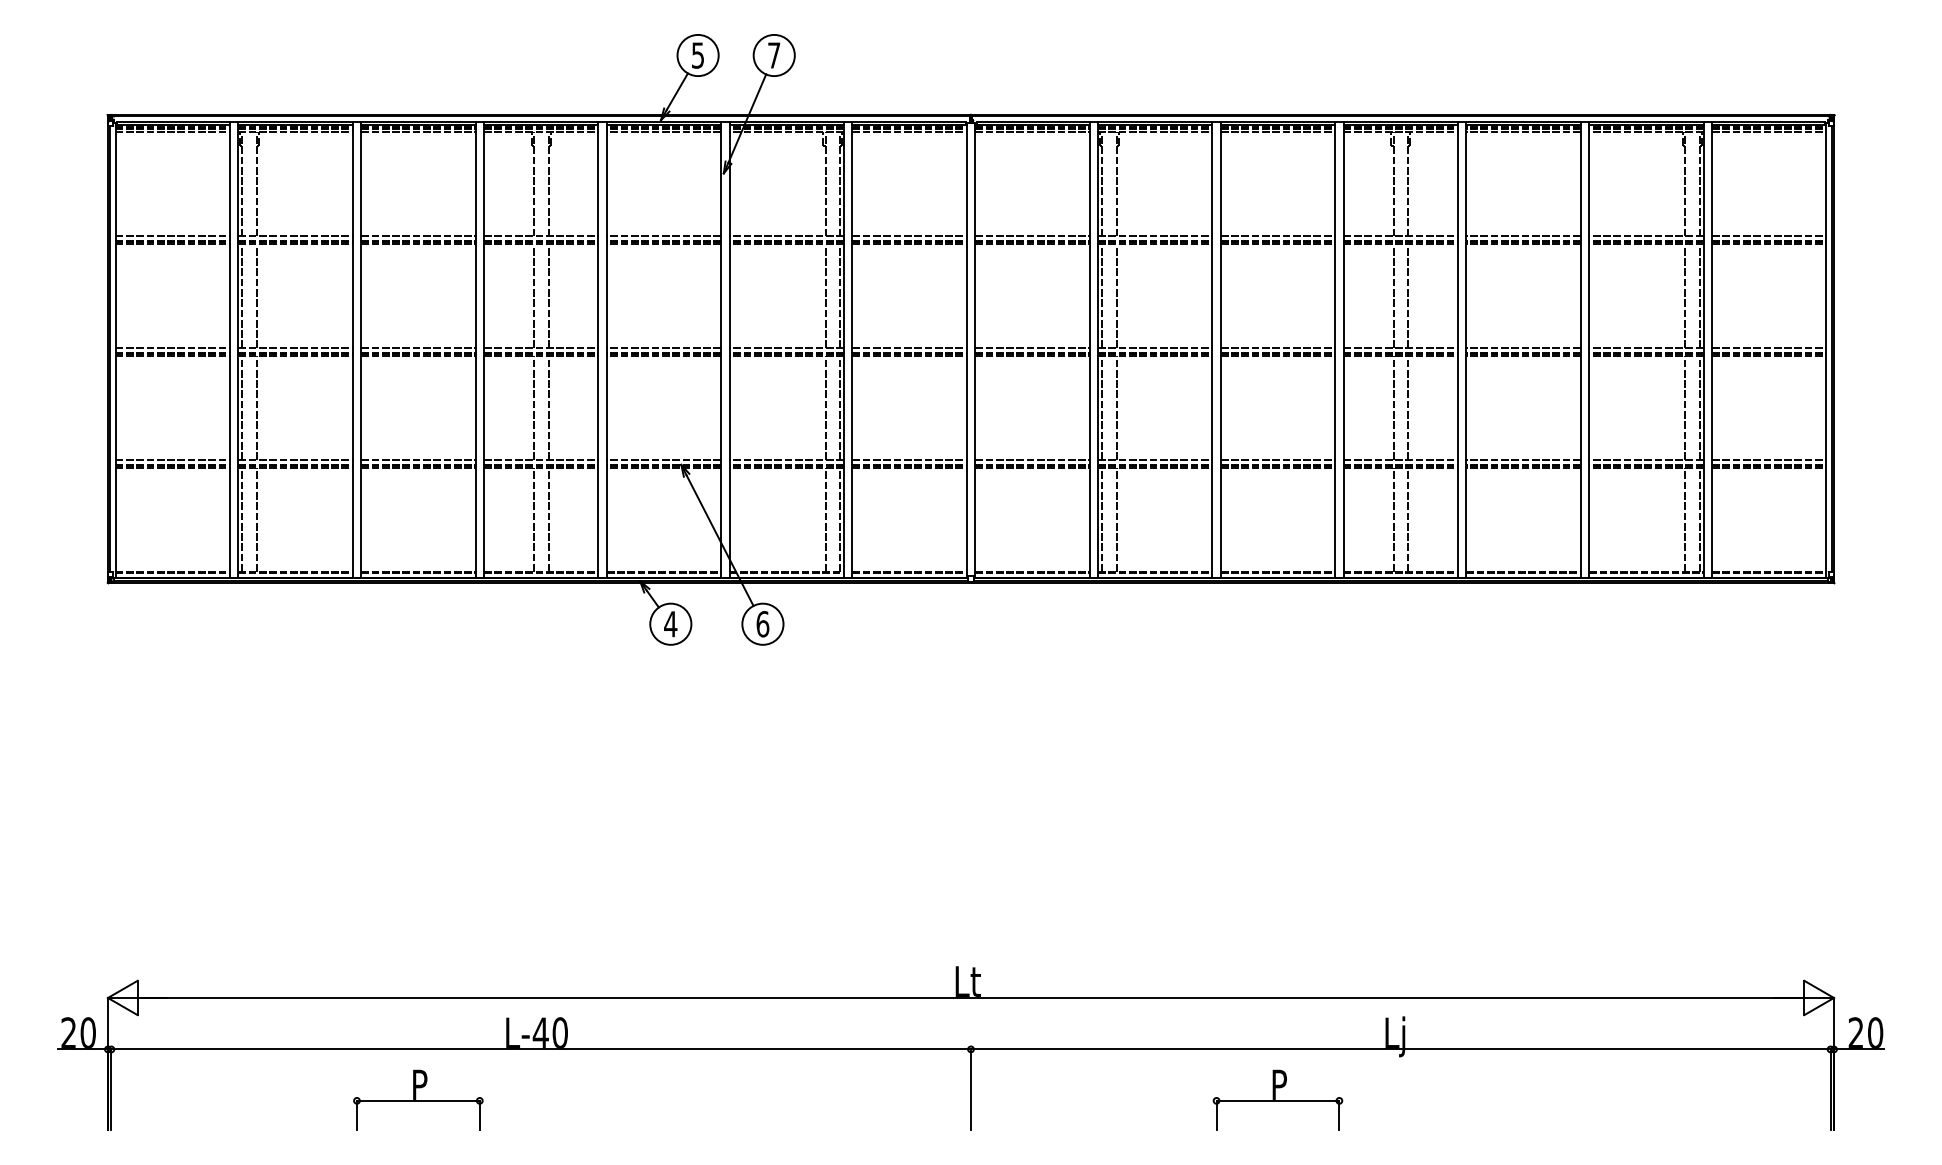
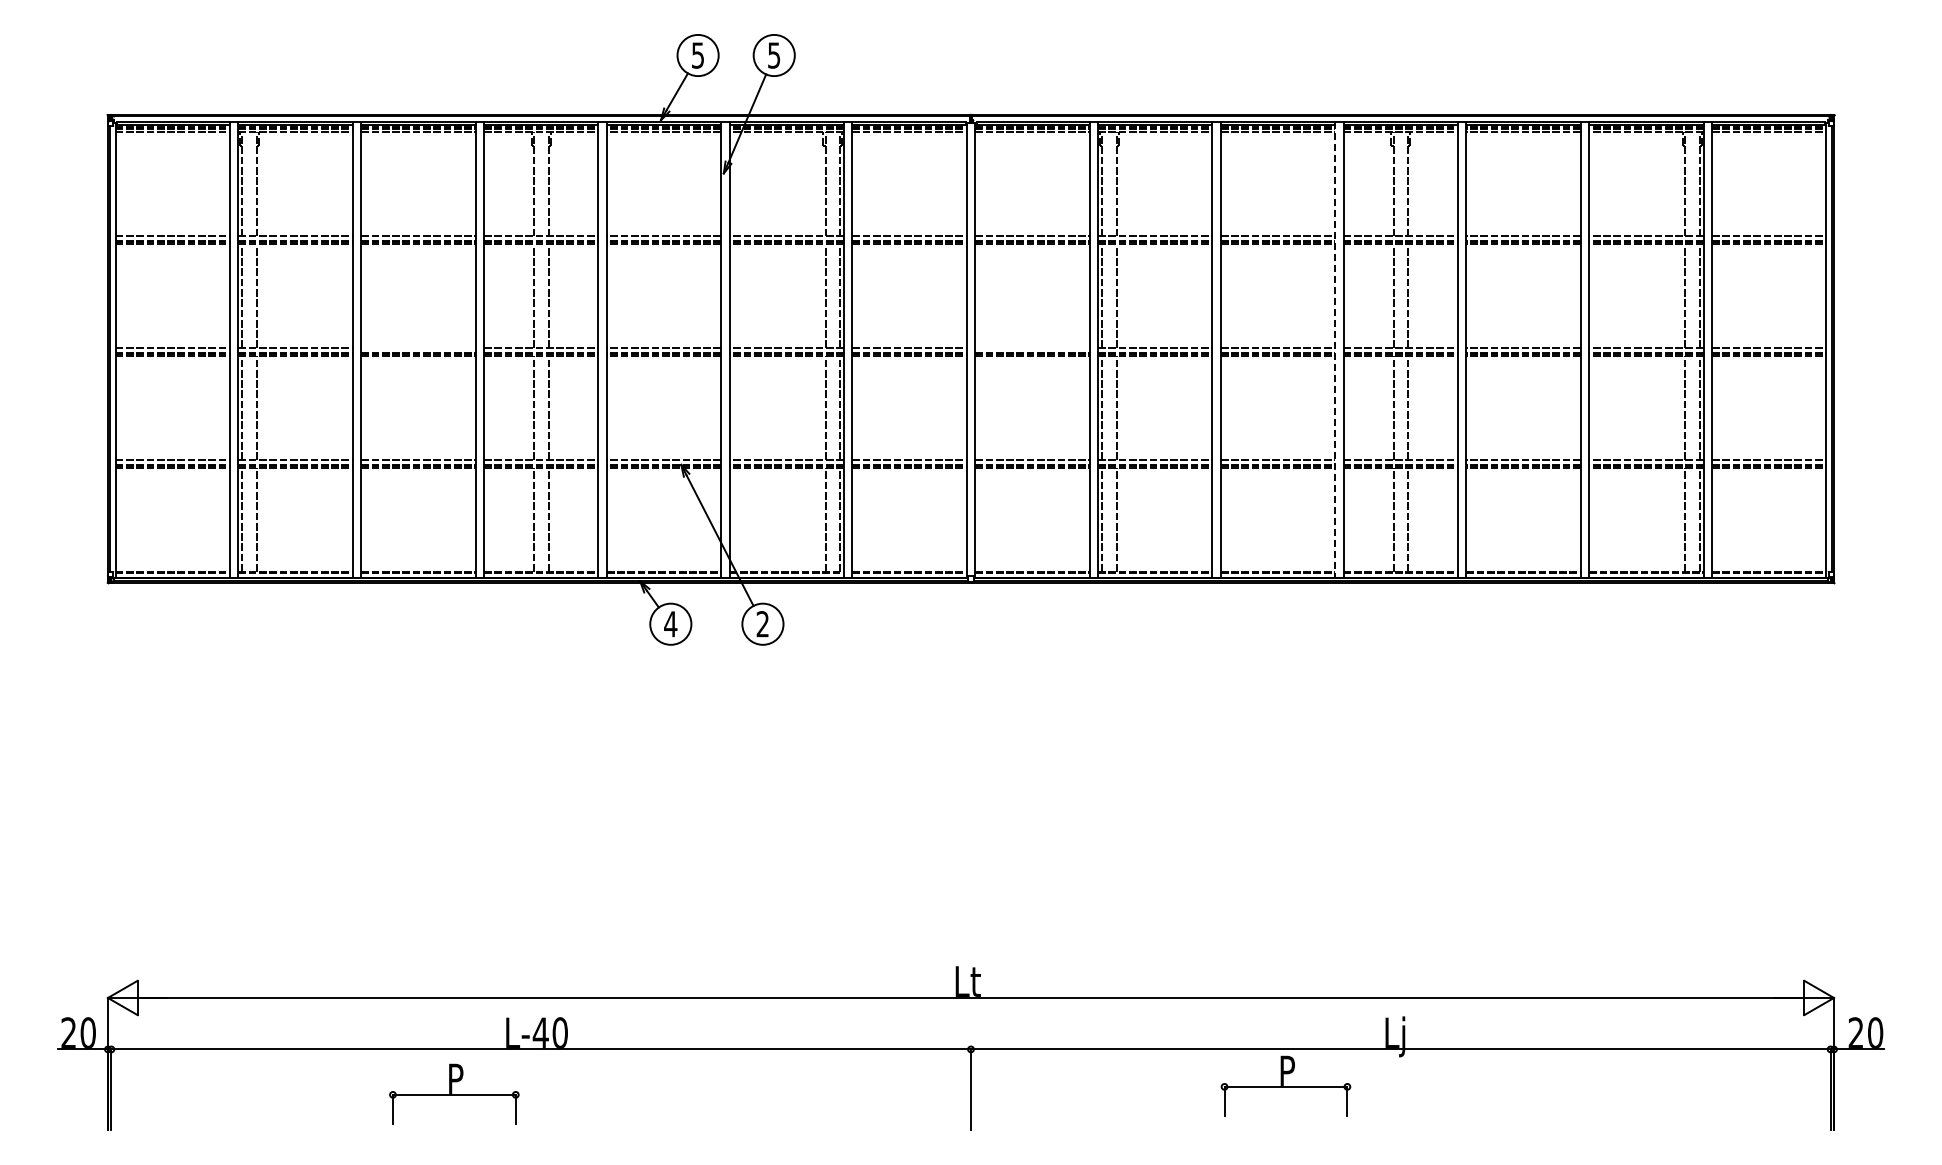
text at (774, 55): 7 -> 5
line at (418, 348): present -> none
line at (1032, 348): present -> none
line at (1335, 350): solid -> dashed
text at (762, 624): 6 -> 2
part at (418, 1099) position: (418, 1099) -> (454, 1093)
part at (1277, 1099) position: (1277, 1099) -> (1285, 1085)
